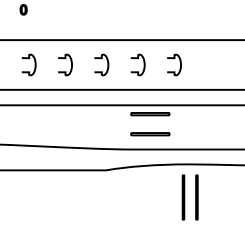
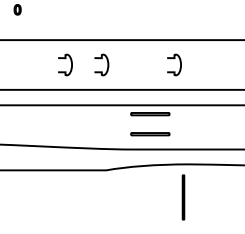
part at (23, 9) position: (23, 9) -> (17, 9)
curve at (28, 59): present -> none
curve at (137, 59): present -> none
line at (196, 197): present -> none
